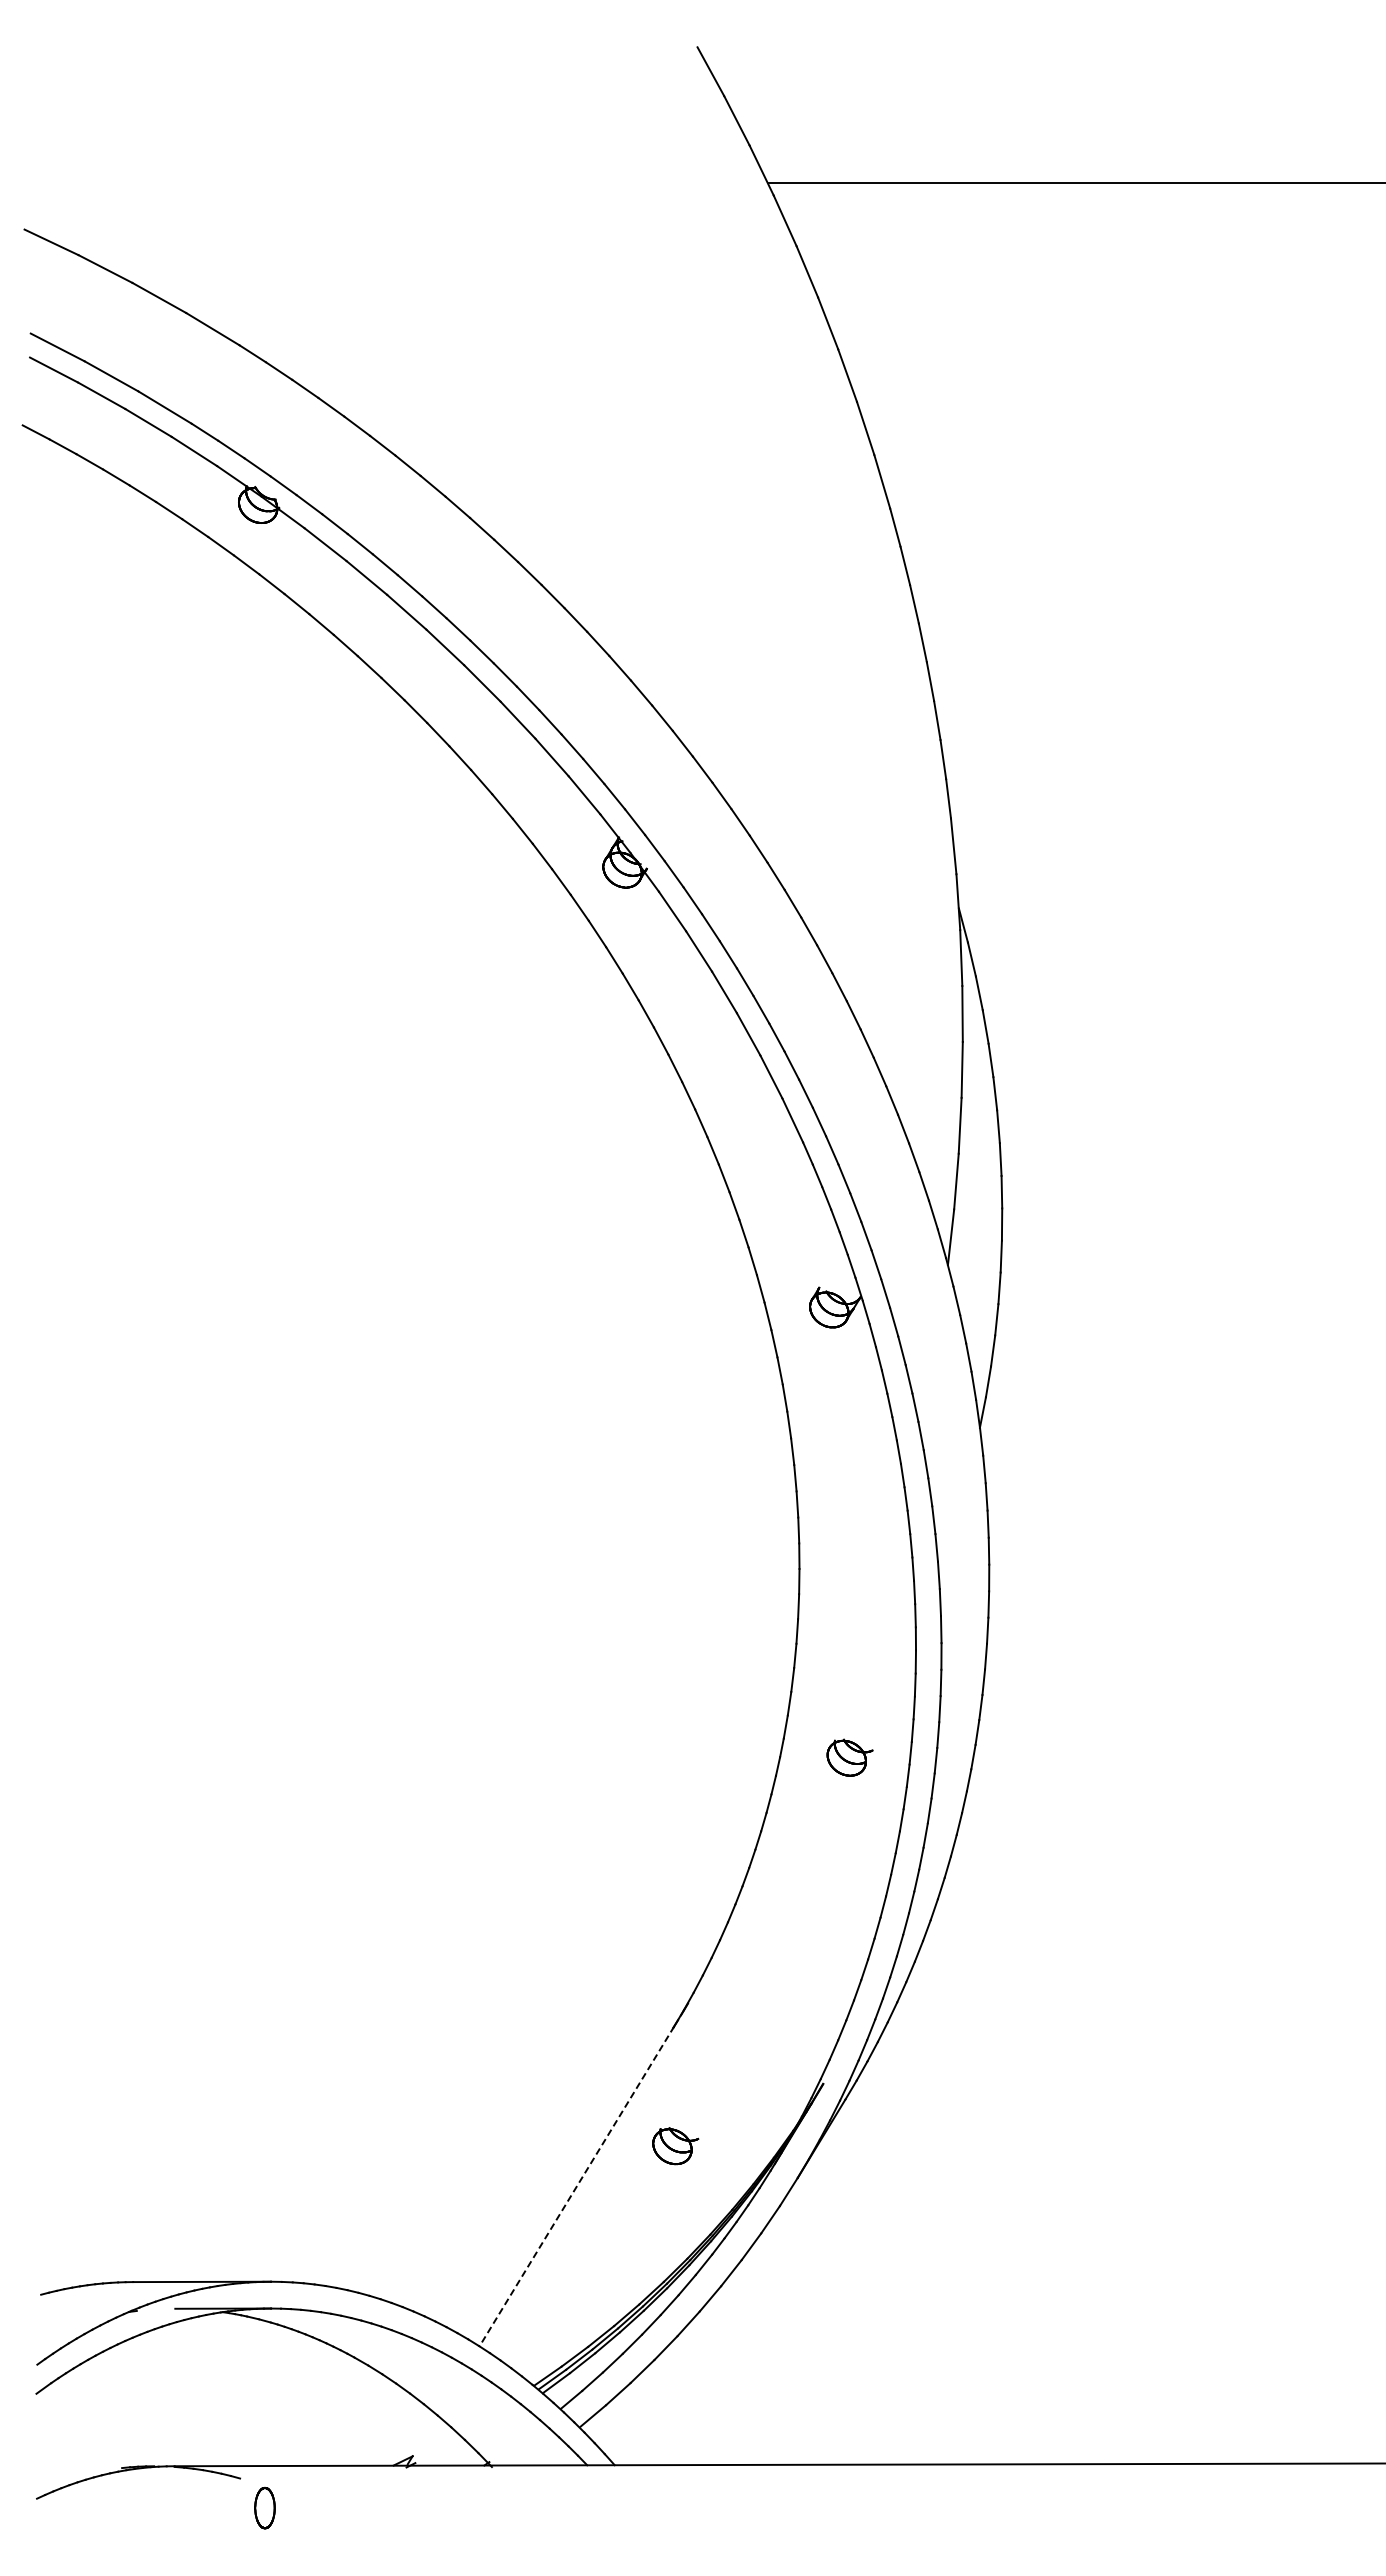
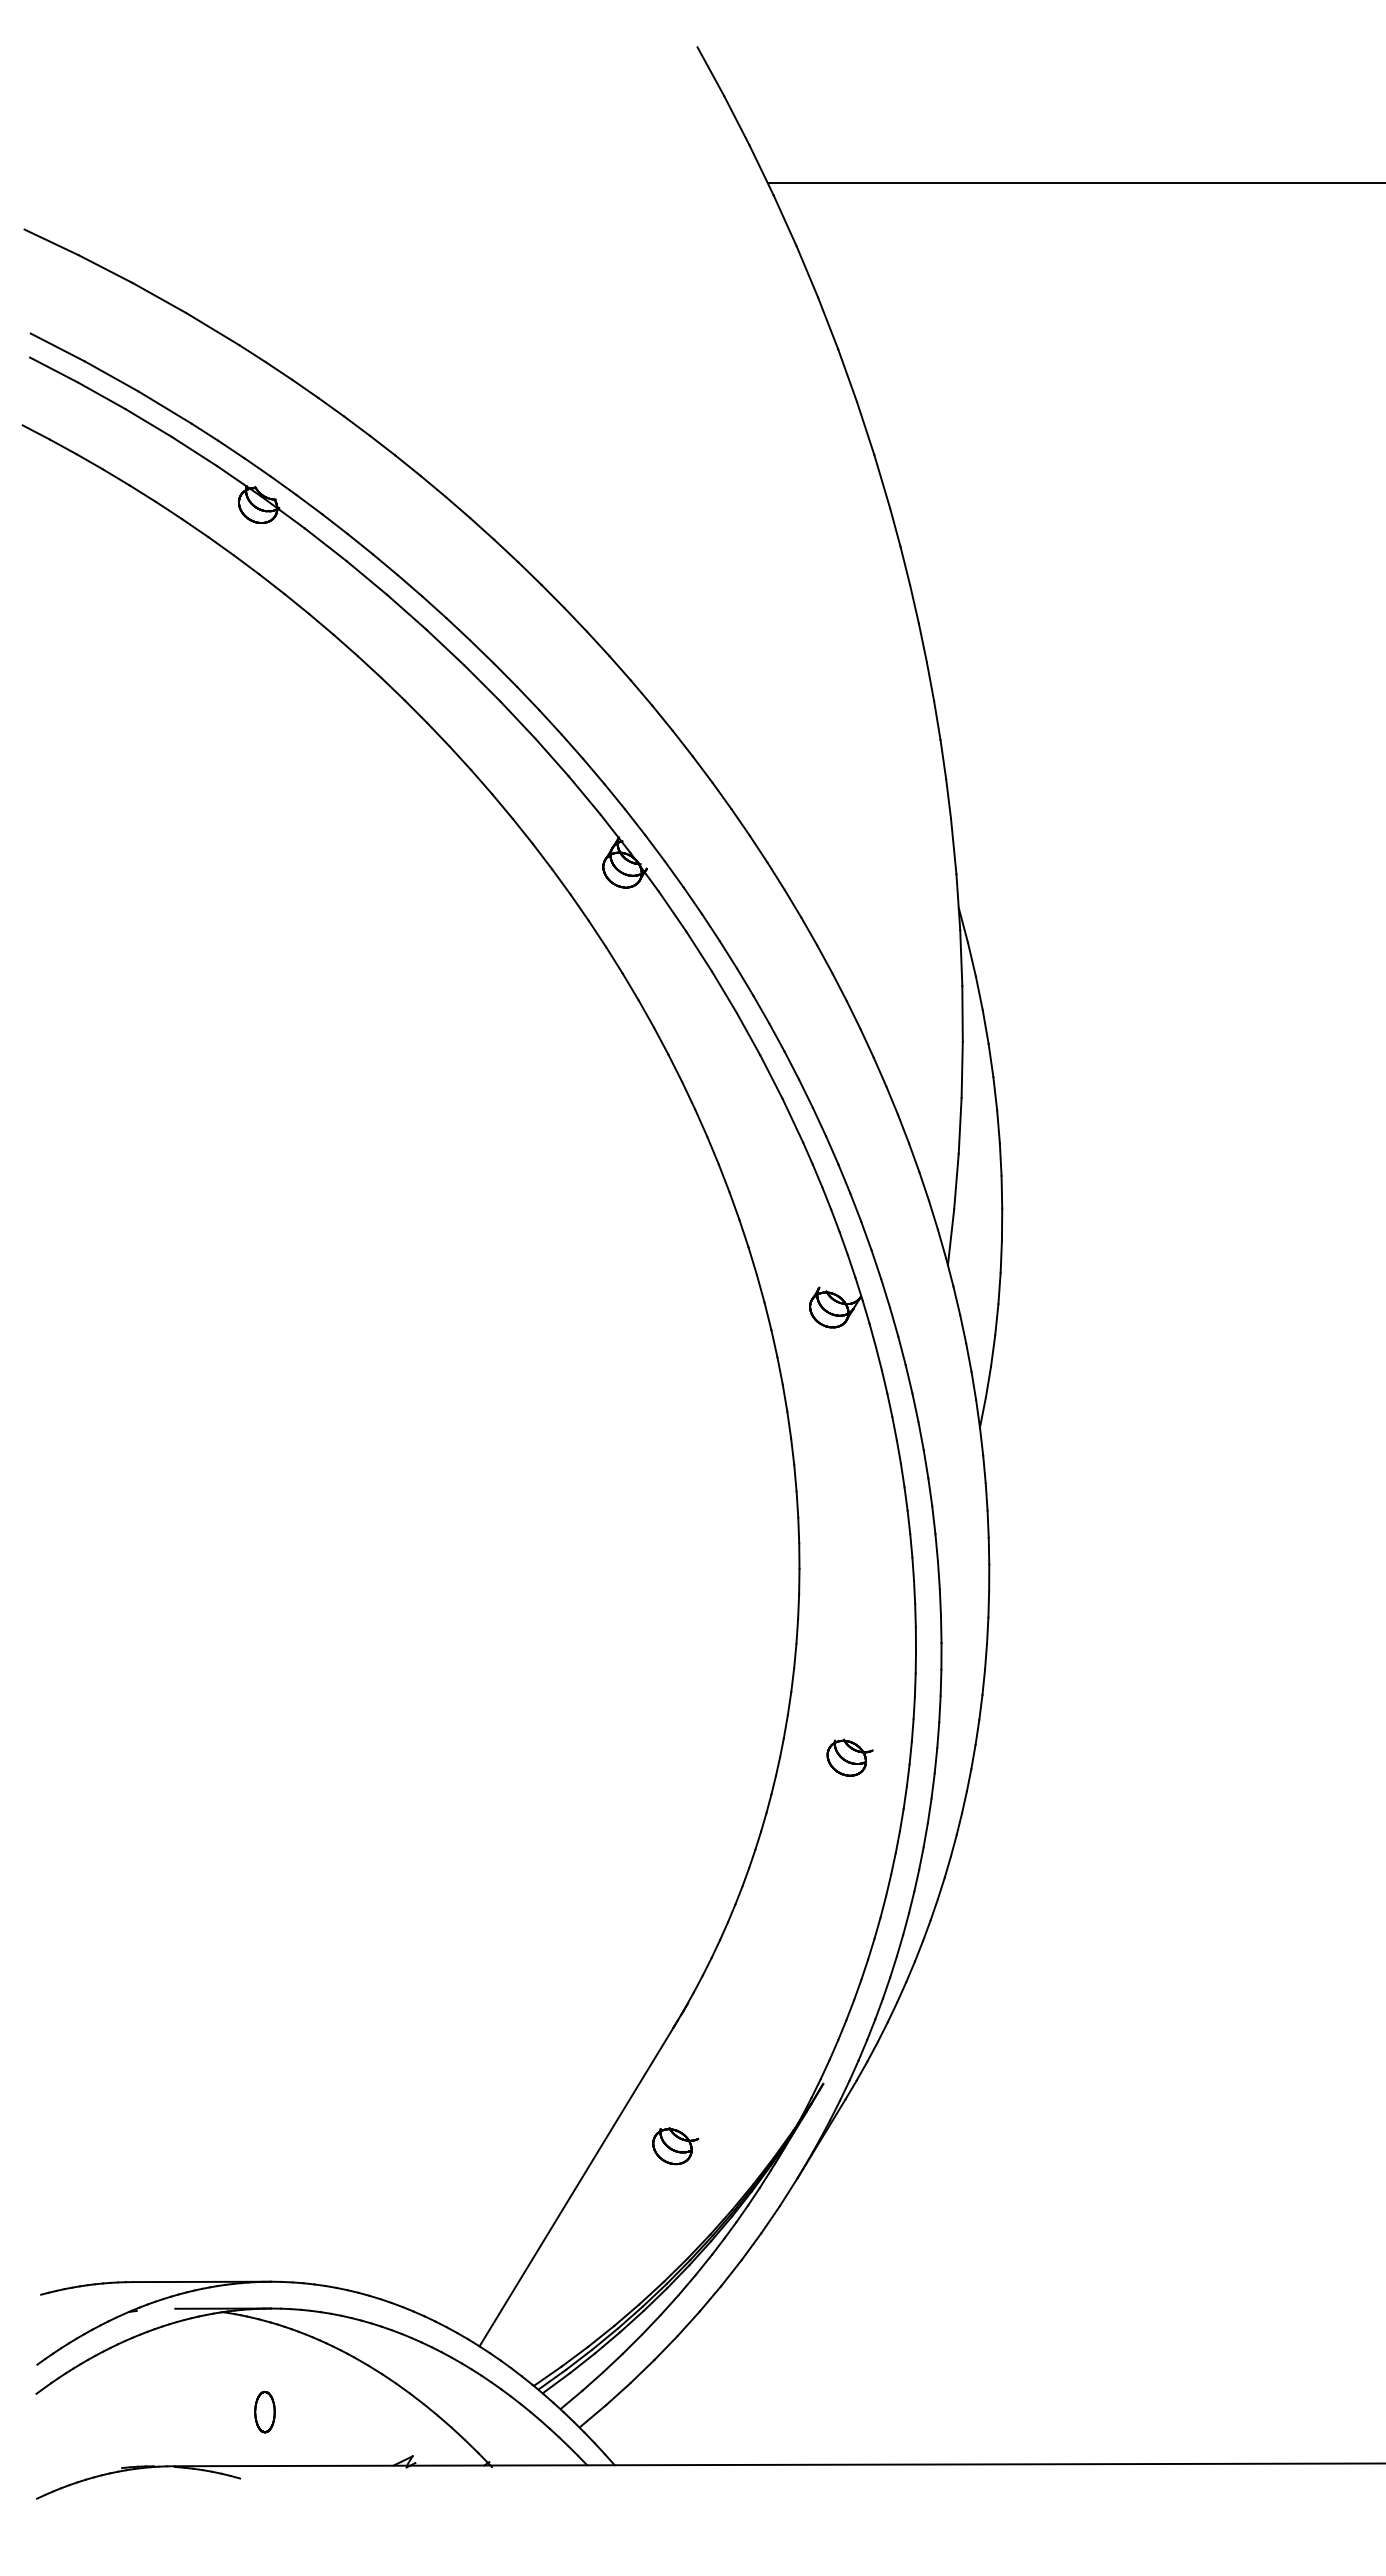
line at (576, 2186): dashed -> solid
part at (264, 2507) position: (264, 2507) -> (264, 2411)
